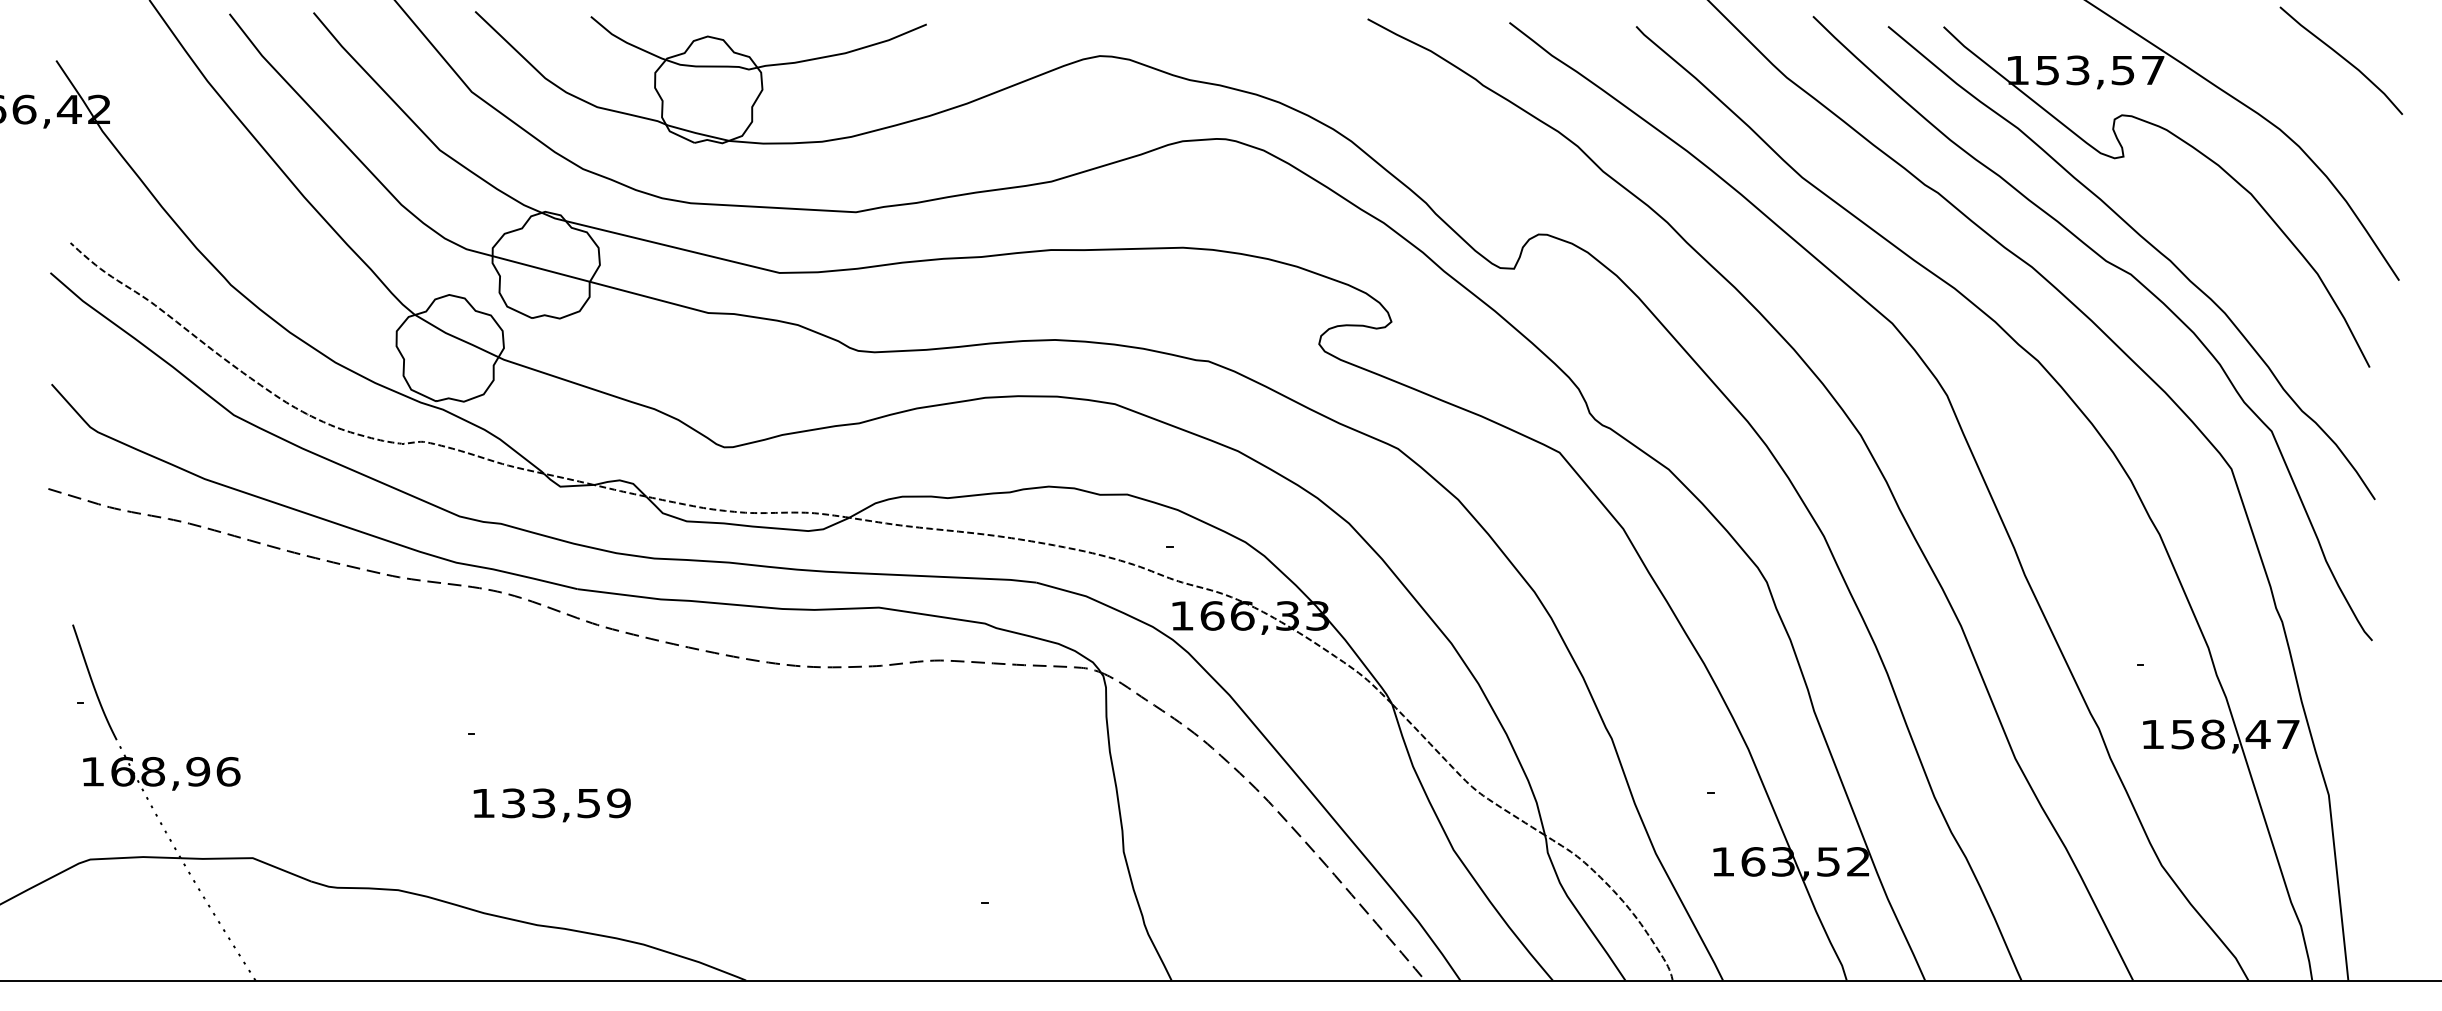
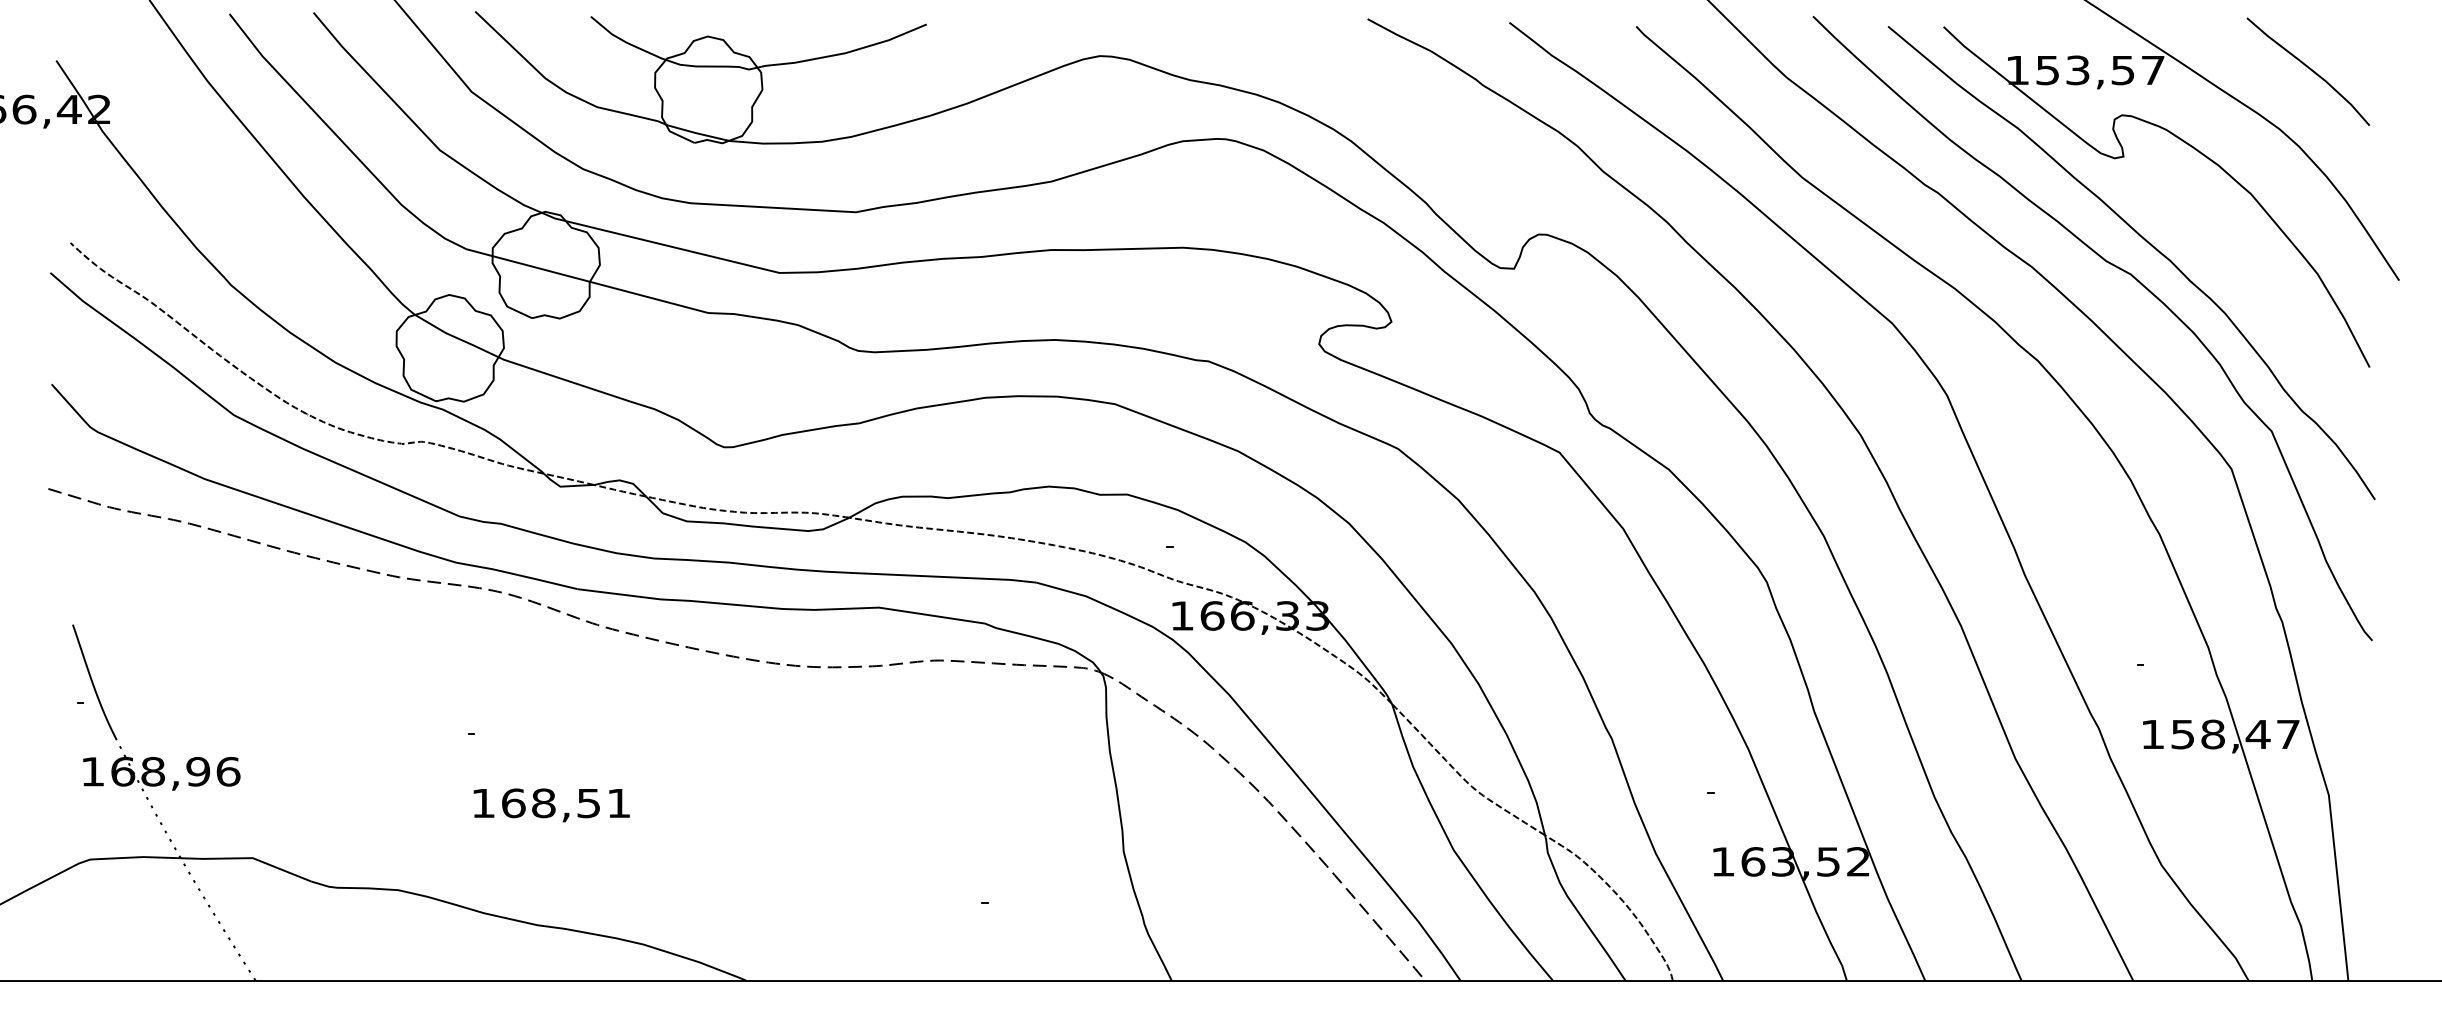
curve at (2342, 58) position: (2342, 58) -> (2309, 69)
text at (566, 803): 133,59 -> 168,51
